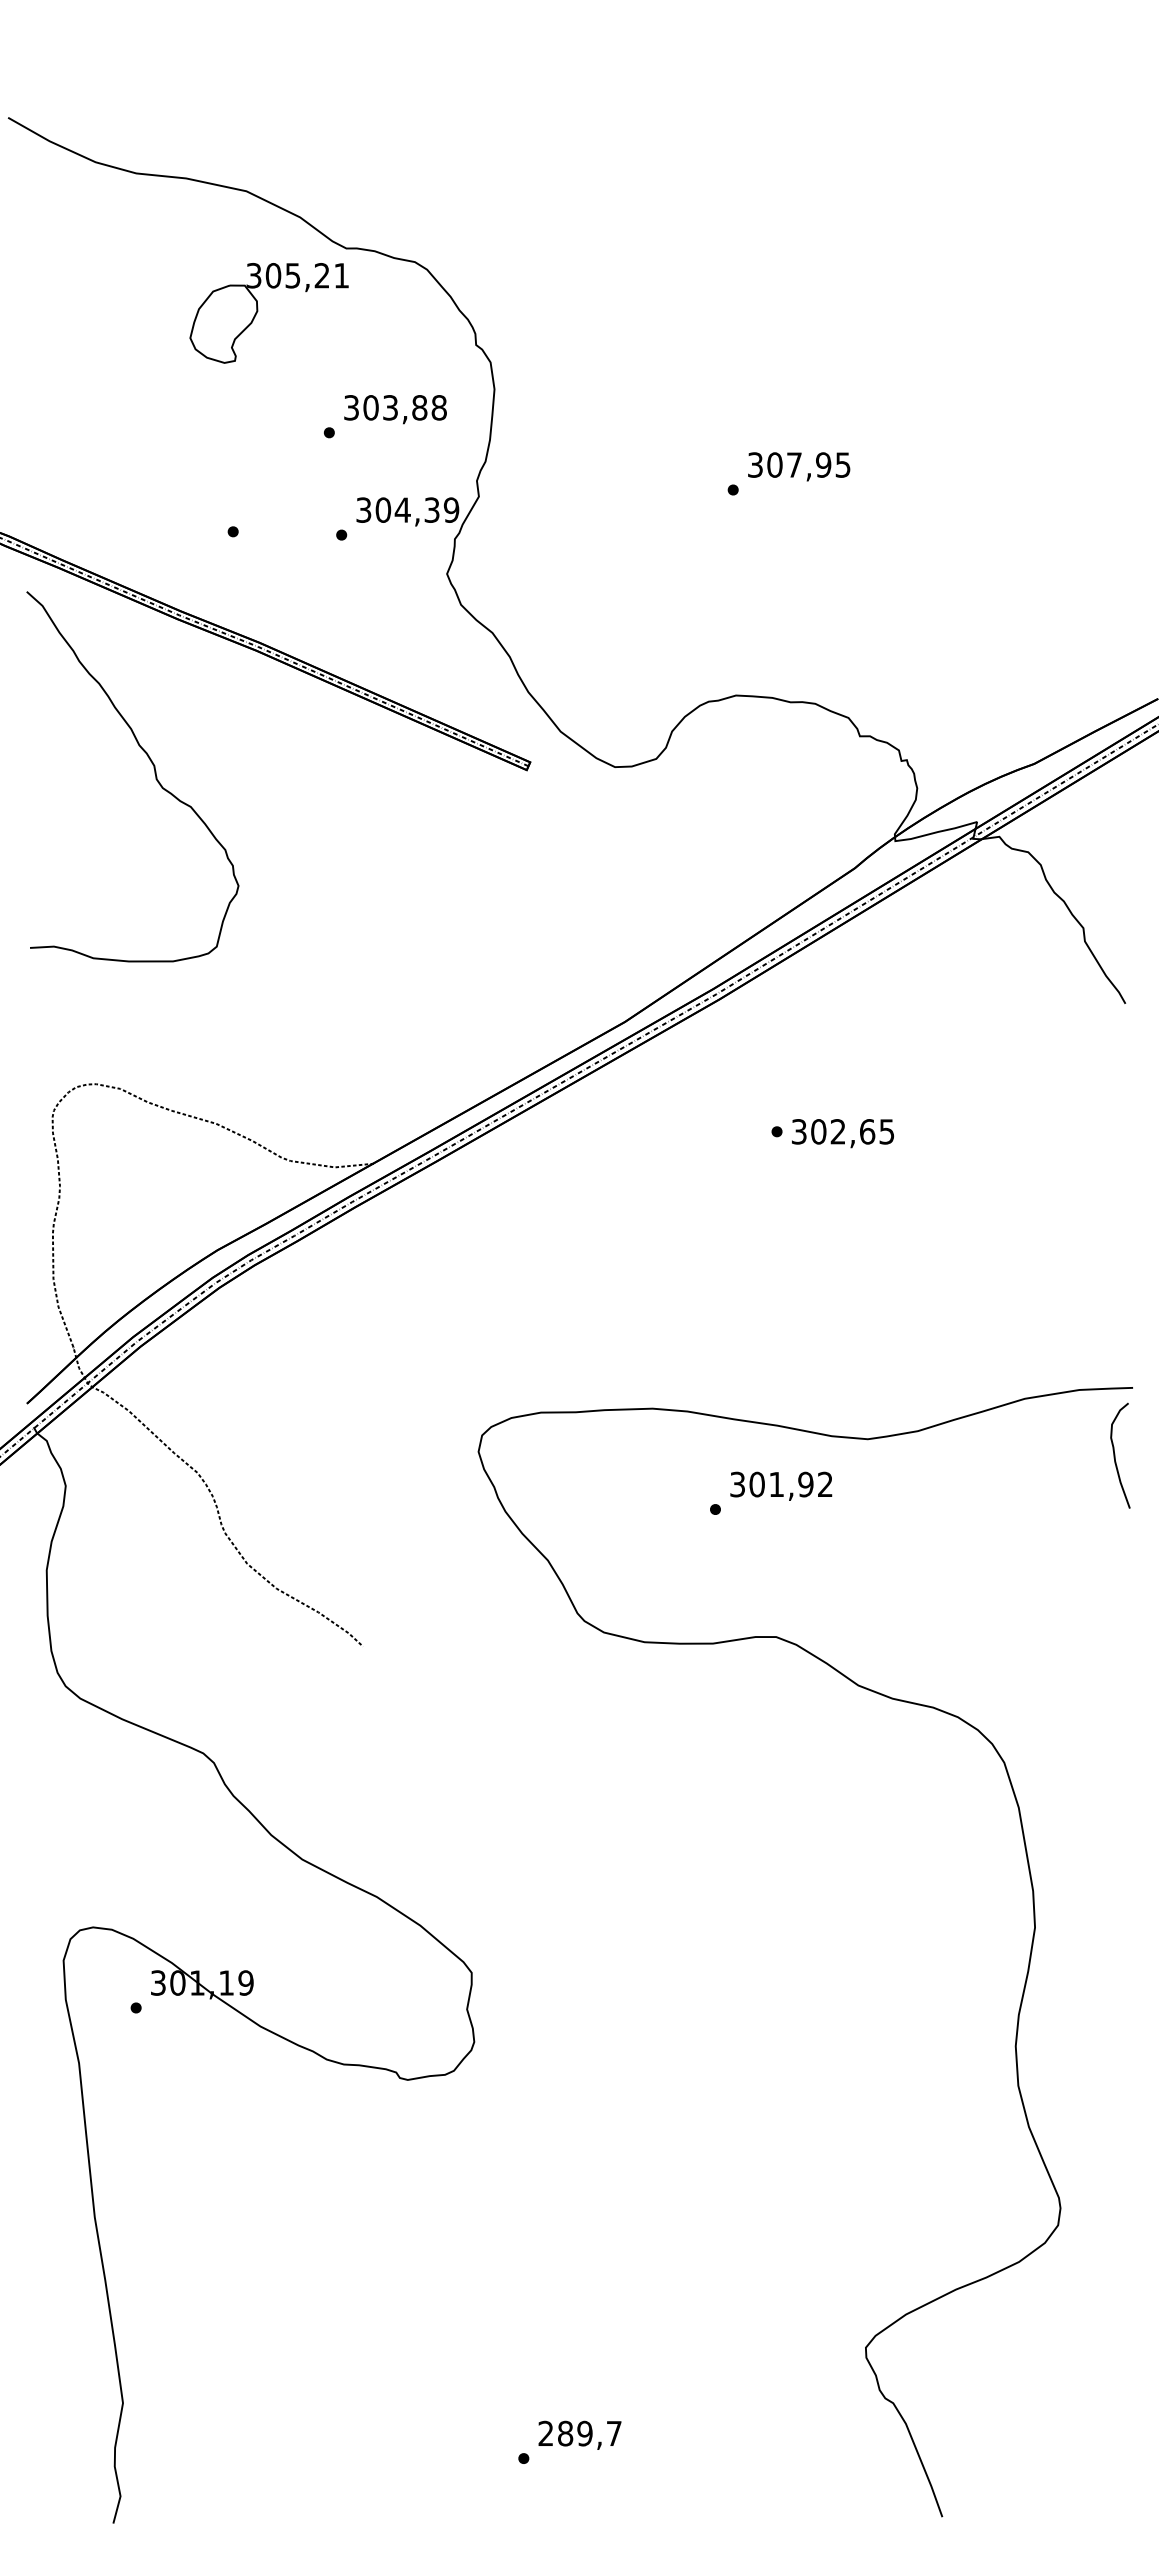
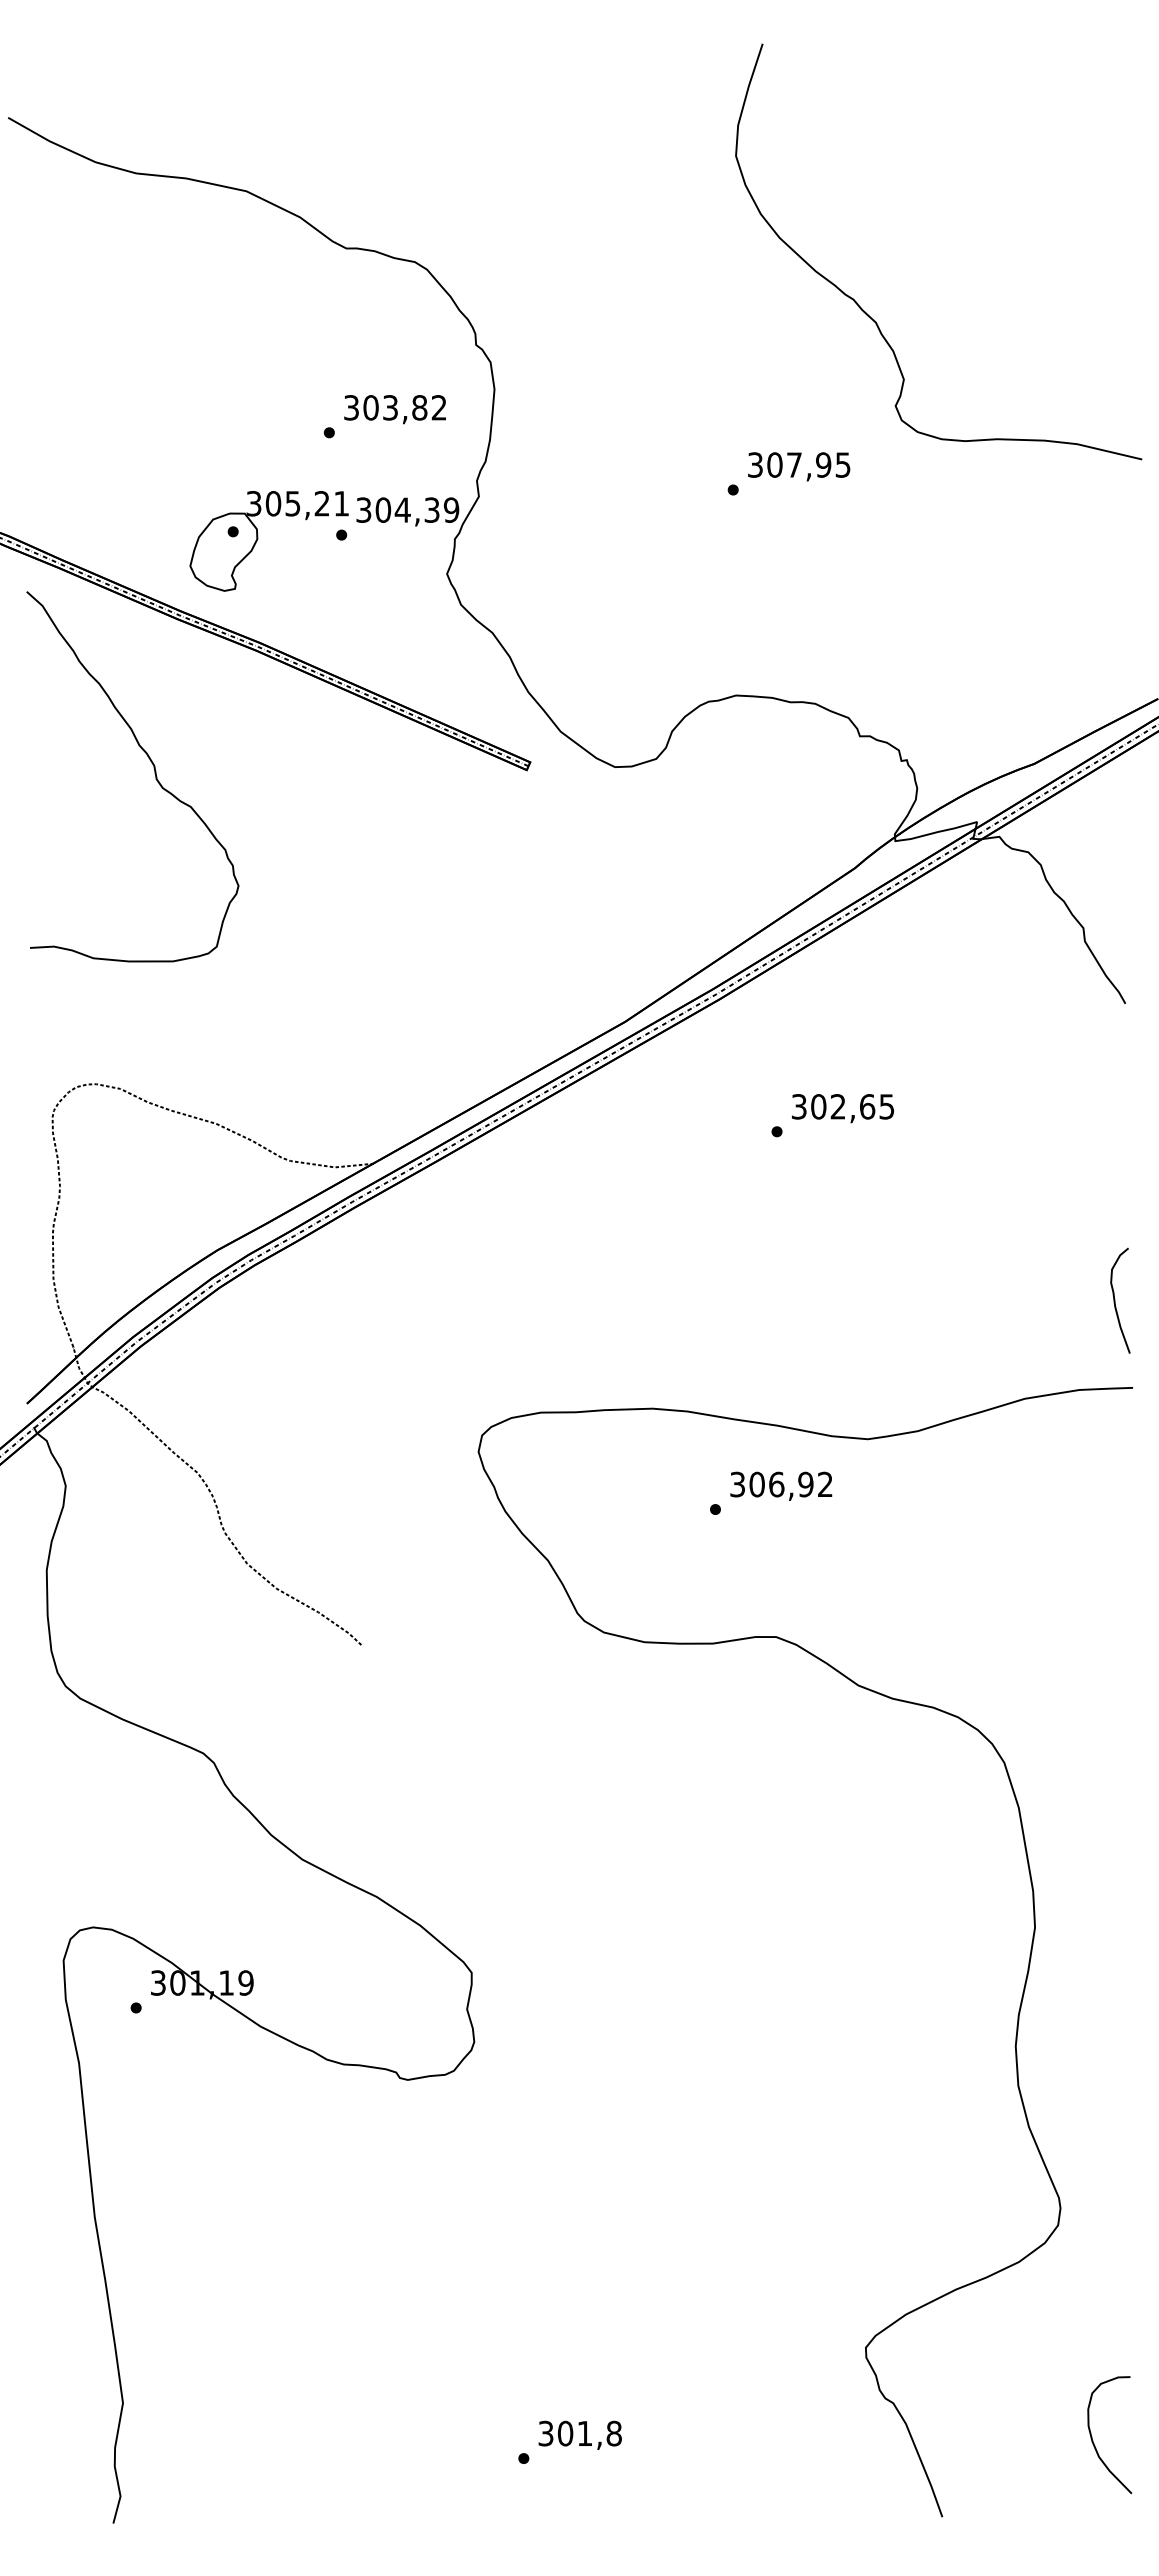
part at (258, 311) position: (258, 311) -> (258, 539)
curve at (875, 320): none -> present
text at (438, 407): 303,88 -> 303,82
text at (842, 1133) position: (842, 1133) -> (842, 1108)
curve at (1115, 1455) position: (1115, 1455) -> (1115, 1300)
text at (776, 1484): 301,92 -> 306,92
text at (579, 2433): 289,7 -> 301,8
curve at (1093, 2440): none -> present
